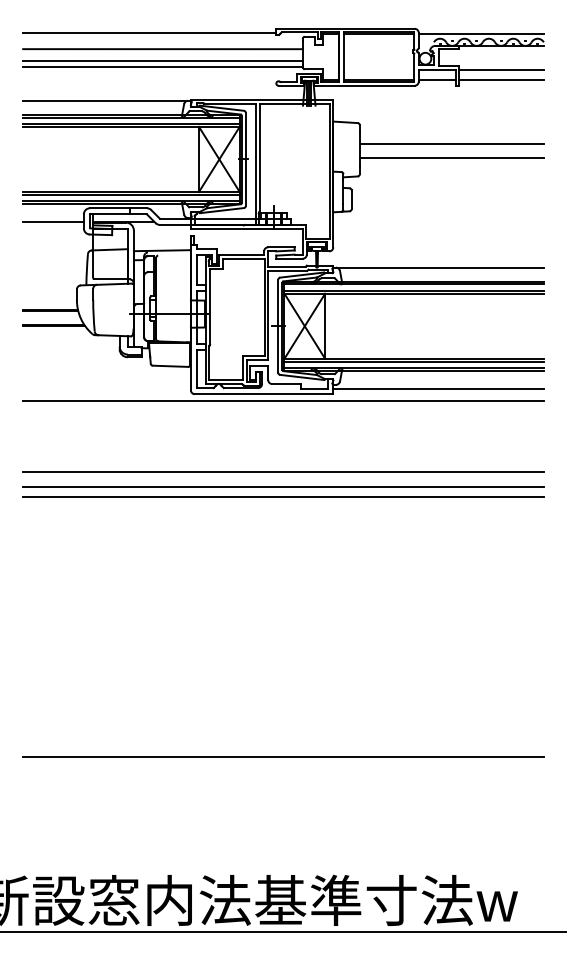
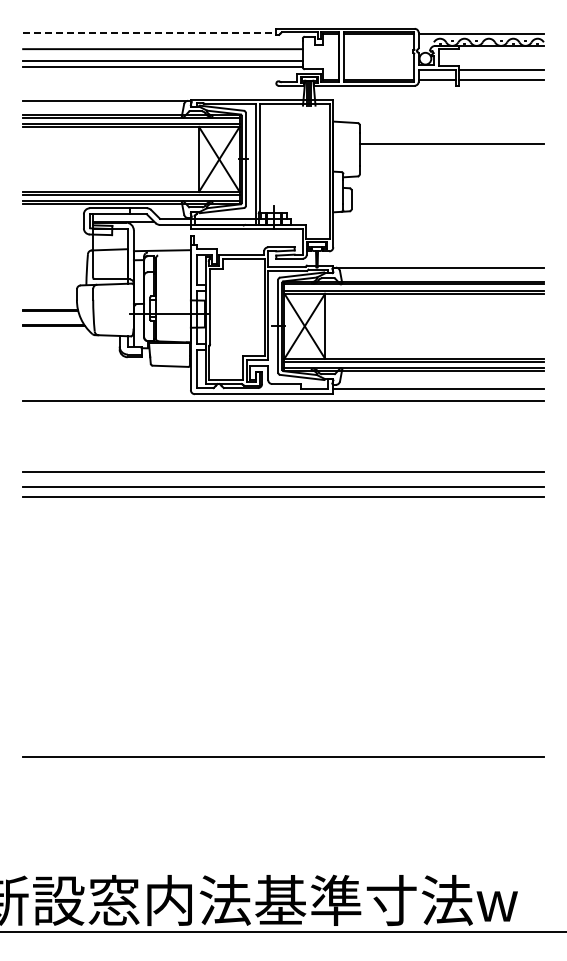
line at (149, 32): solid -> dashed
line at (451, 157): present -> none
line at (53, 221): present -> none
